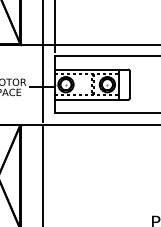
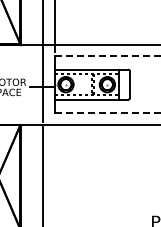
line at (107, 55): solid -> dashed
line at (107, 113): solid -> dashed
